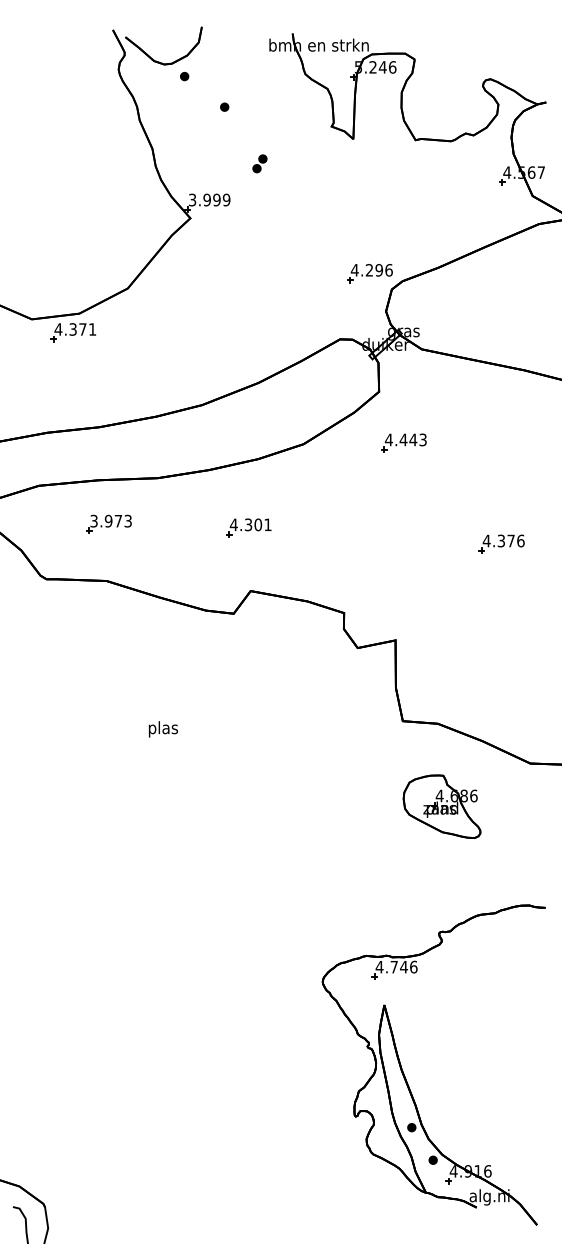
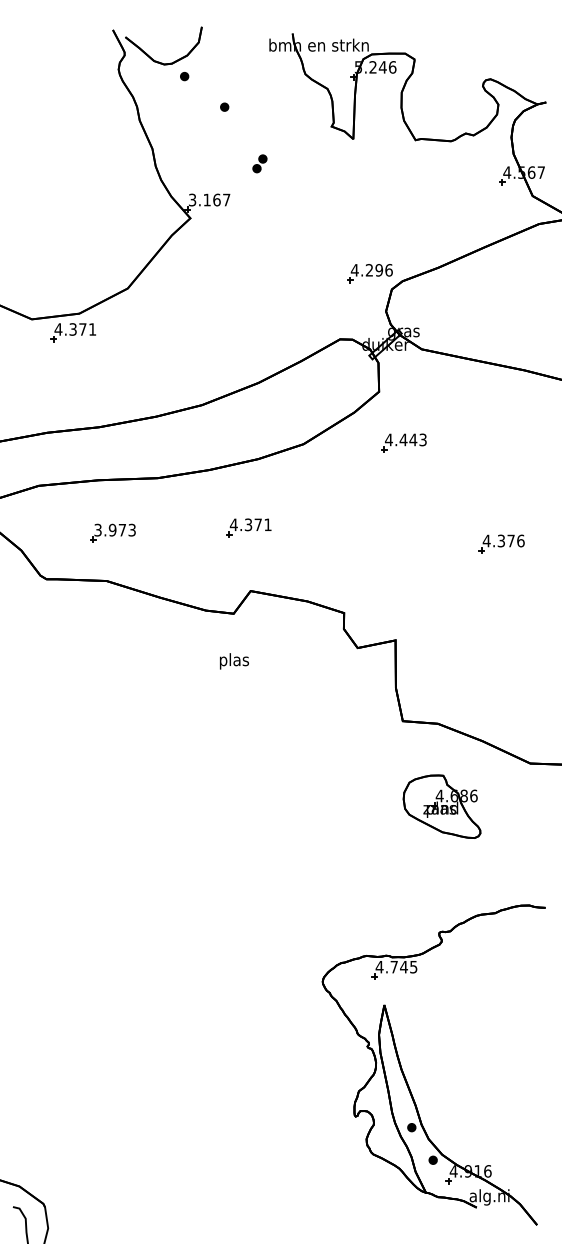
text at (216, 199): 3.999 -> 3.167
part at (108, 523) position: (108, 523) -> (112, 532)
text at (258, 524): 4.301 -> 4.371
text at (163, 729) position: (163, 729) -> (234, 661)
text at (413, 966): 4.746 -> 4.745
